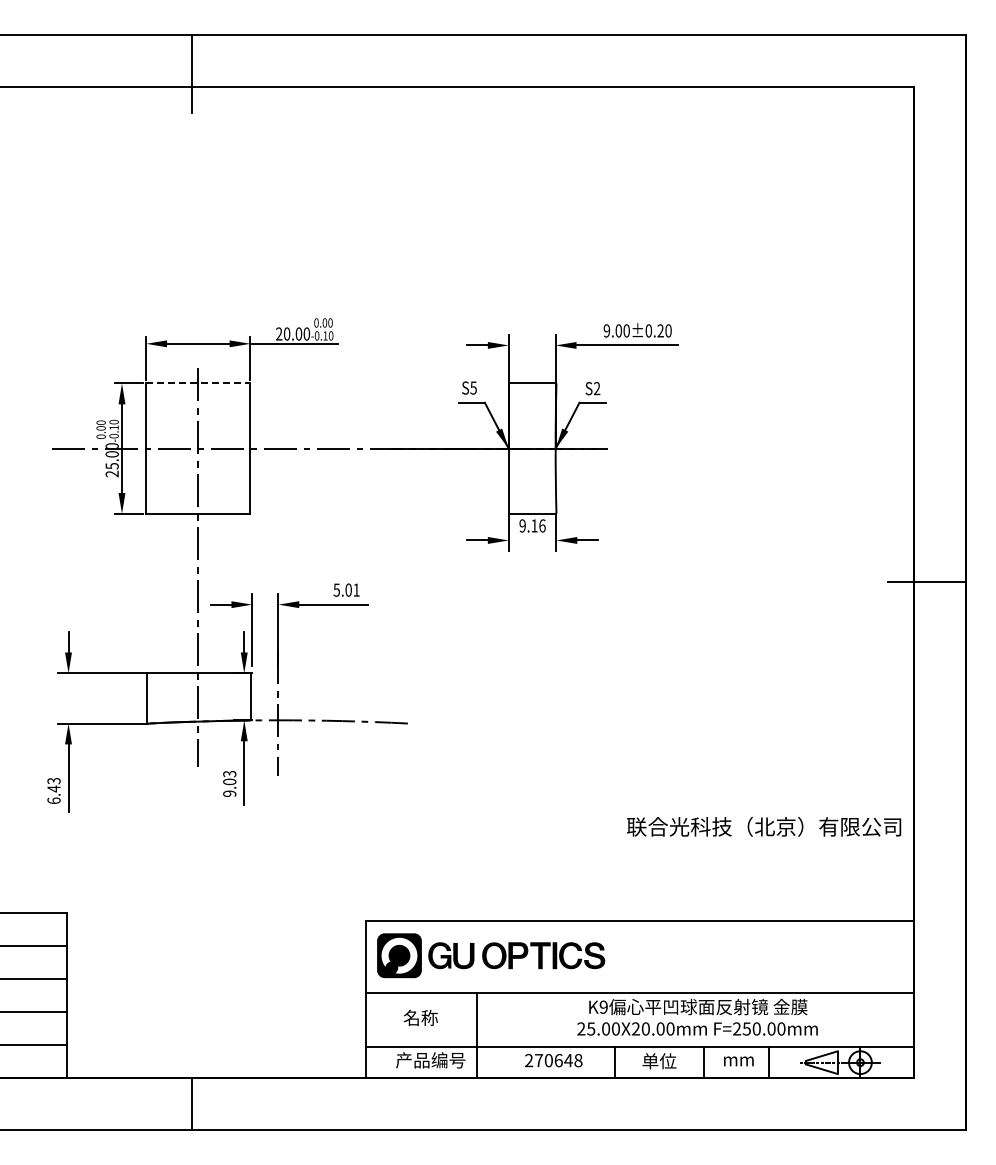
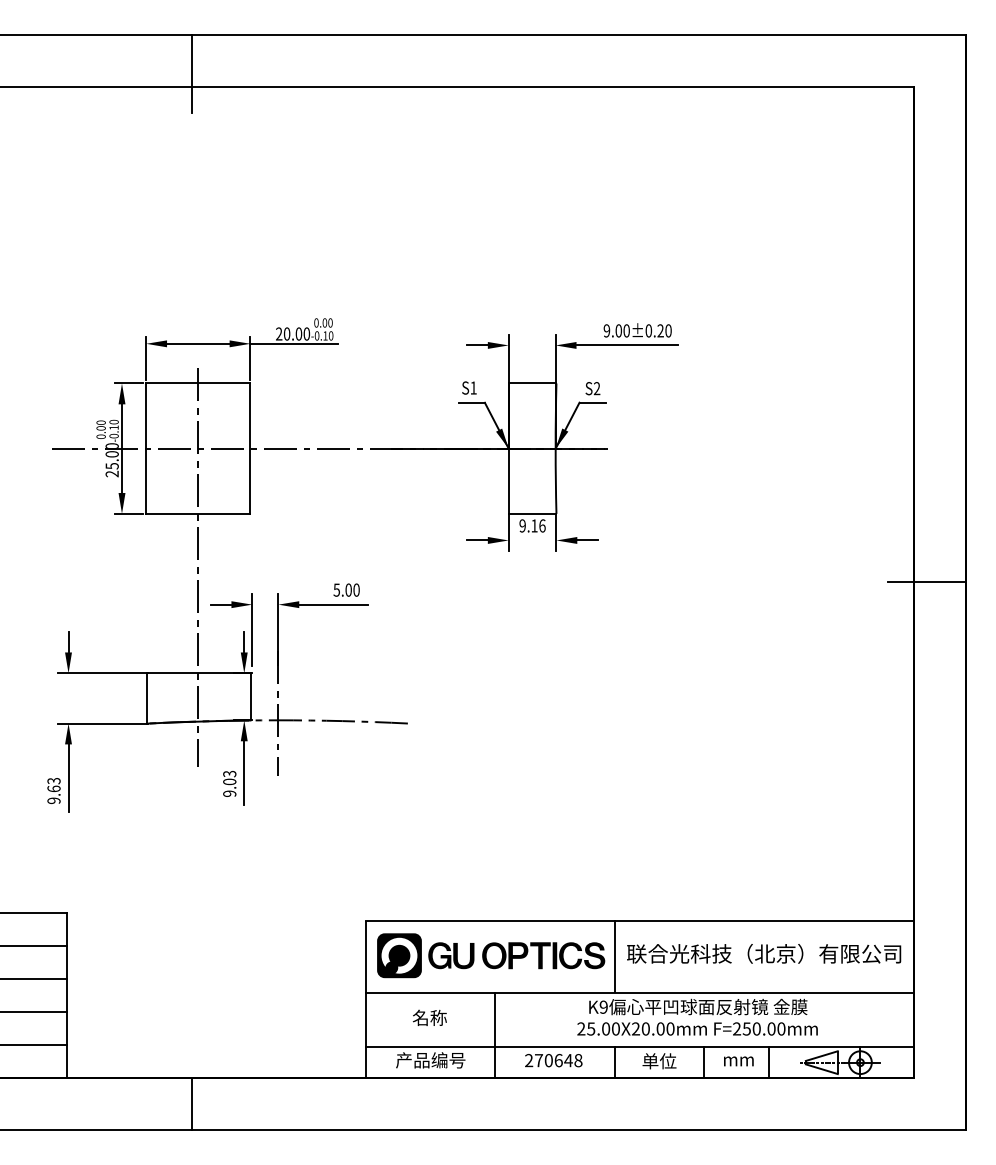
line at (198, 383): dashed -> solid
text at (473, 387): S5 -> S1
text at (356, 589): 5.01 -> 5.00
text at (53, 794): 6.43 -> 9.63
text at (764, 826) position: (764, 826) -> (764, 953)
line at (614, 956): none -> present
text at (420, 1017) position: (420, 1017) -> (429, 1017)
line at (477, 1034) position: (477, 1034) -> (495, 1034)
